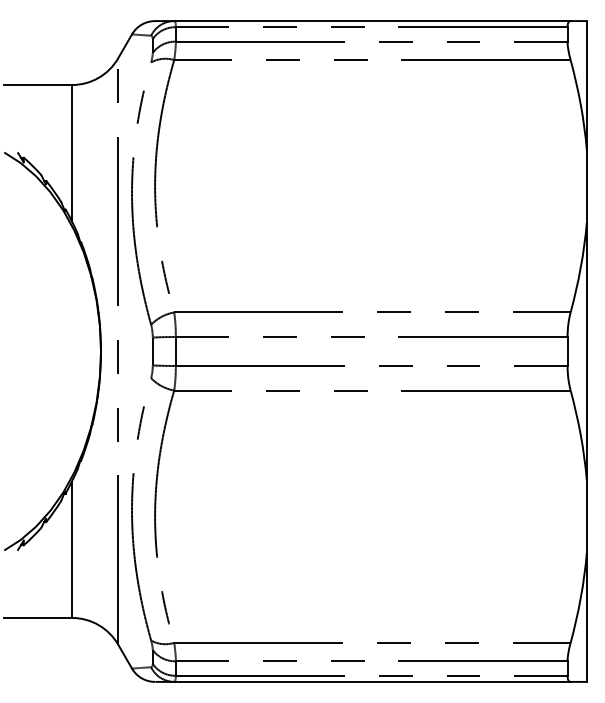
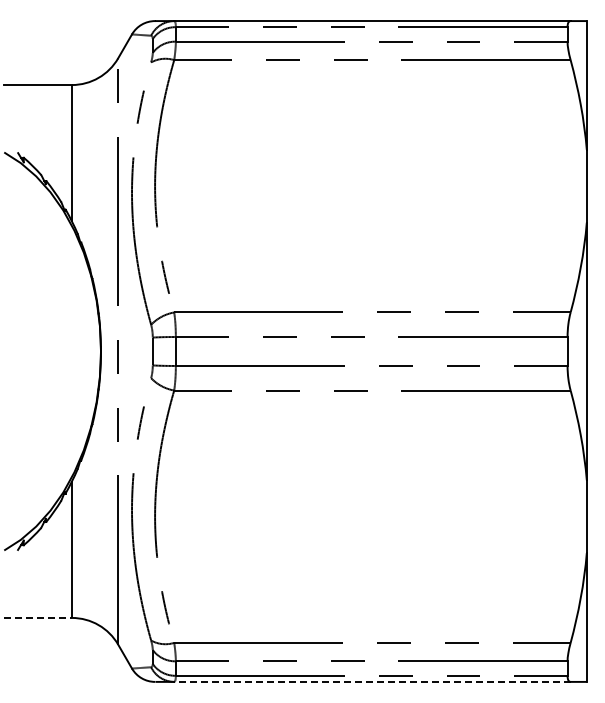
line at (38, 617): solid -> dashed
line at (371, 681): solid -> dashed
